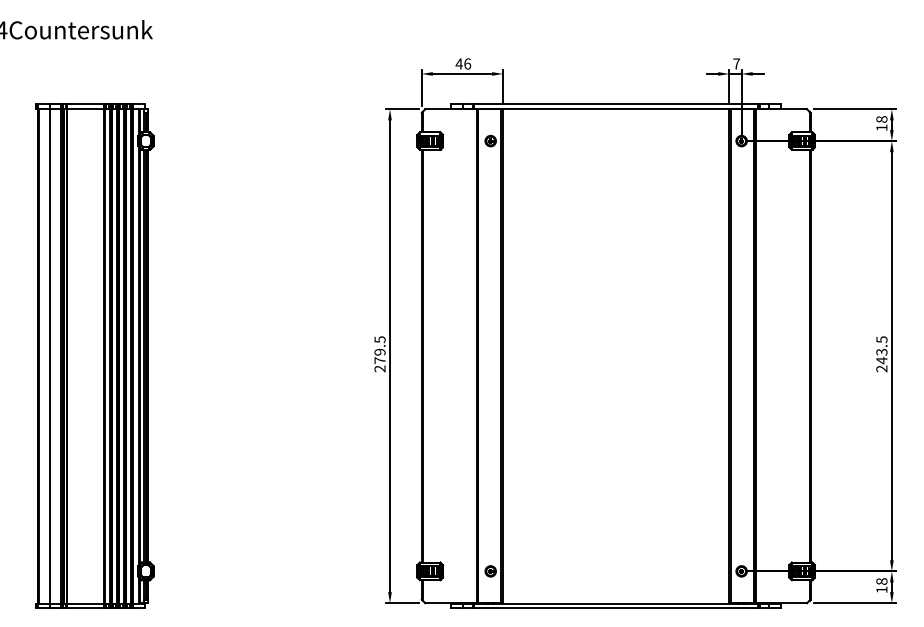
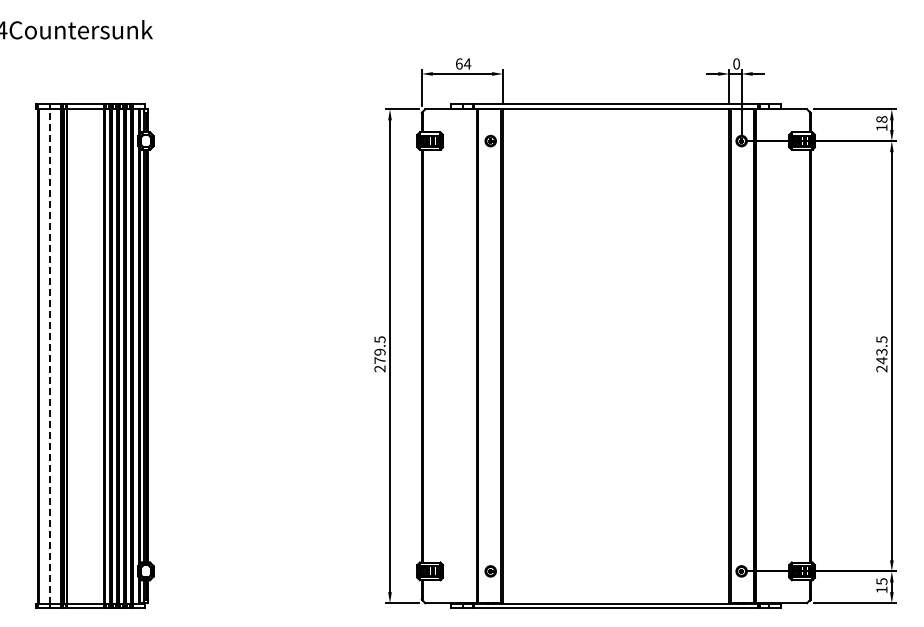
text at (462, 63): 46 -> 64
text at (736, 63): 7 -> 0
line at (49, 355): solid -> dashed
text at (881, 581): 18 -> 15
